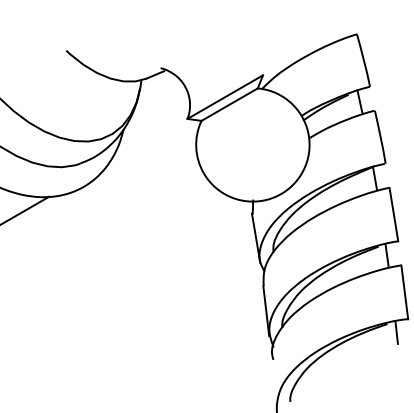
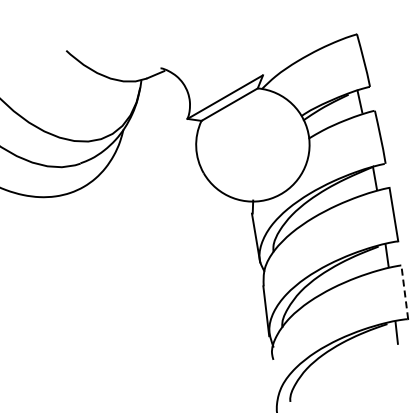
line at (25, 209): present -> none
line at (404, 291): solid -> dashed
